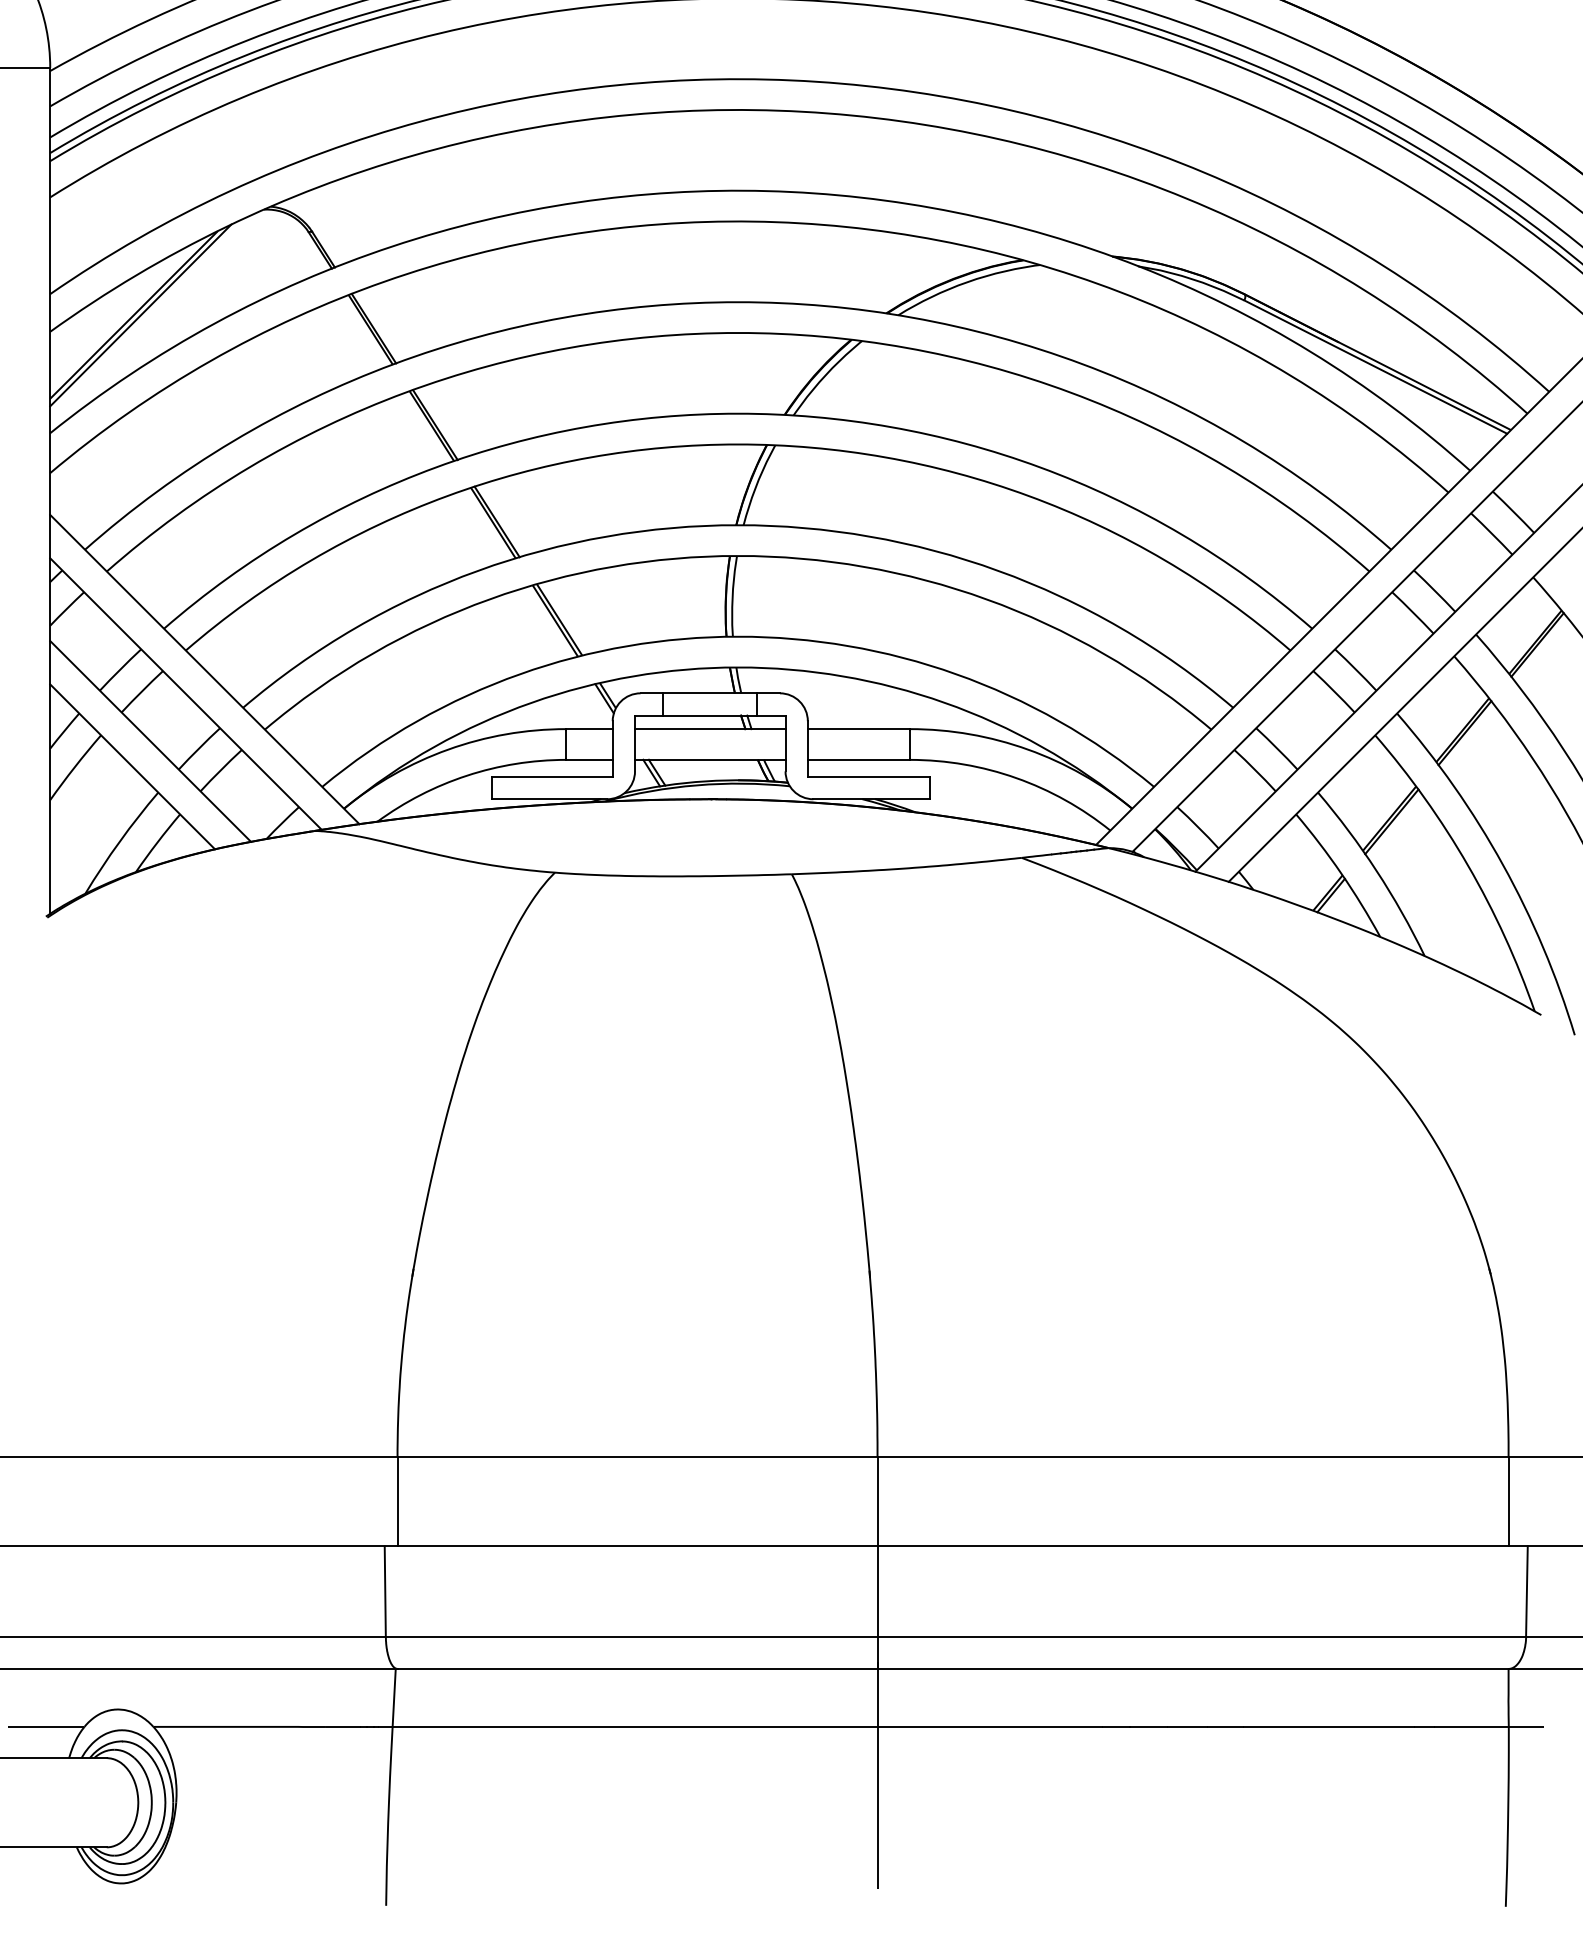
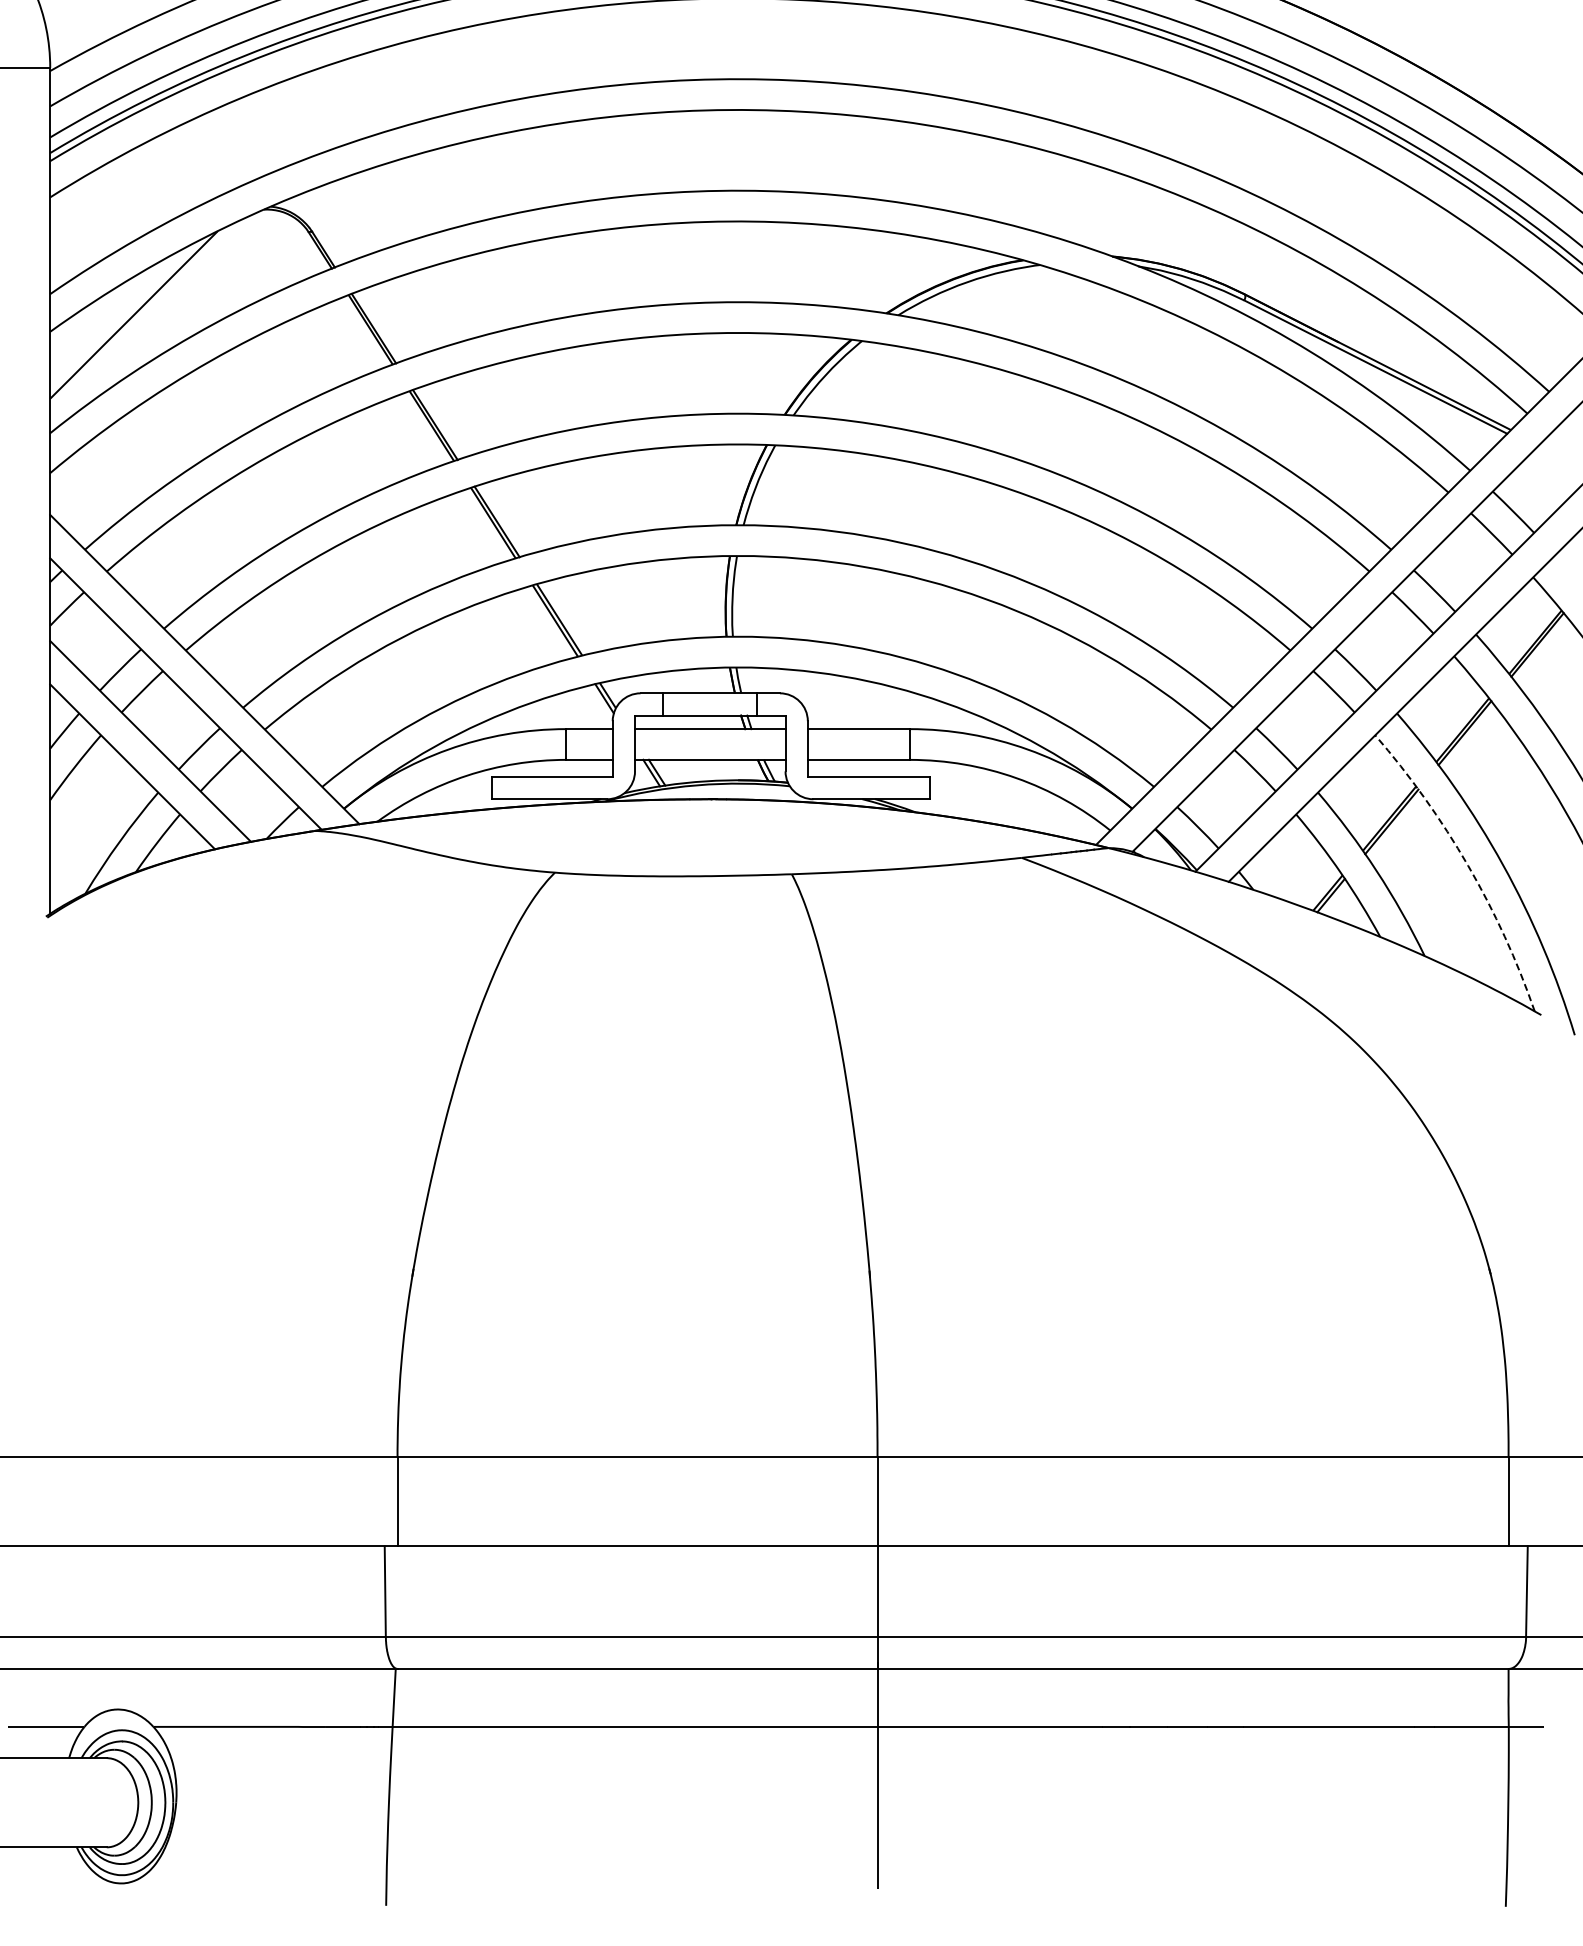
line at (140, 315): present -> none
arc at (1468, 865): solid -> dashed
